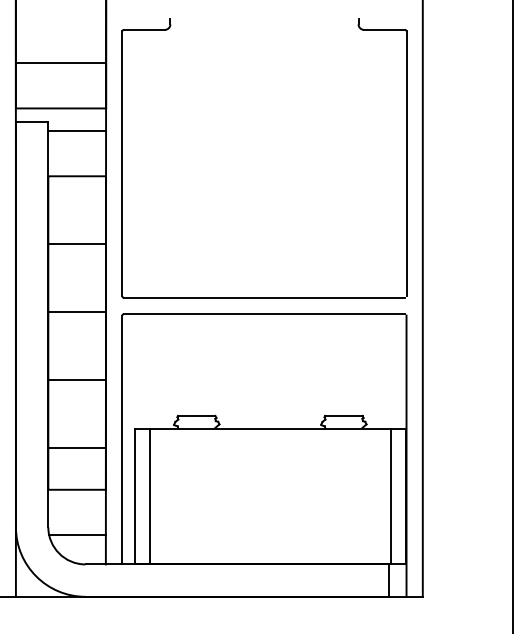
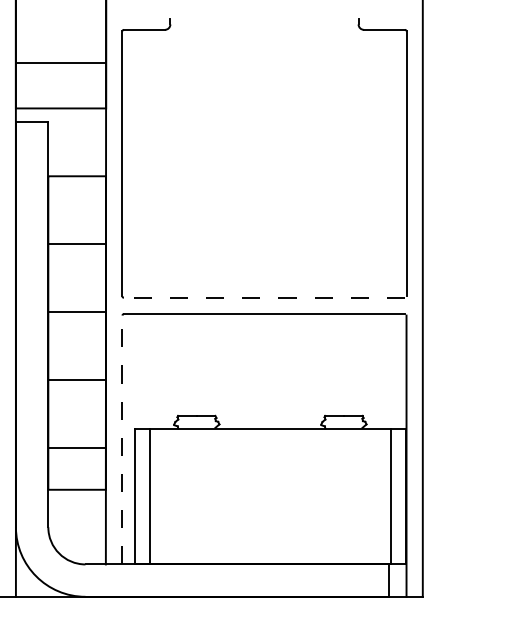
line at (77, 131): present -> none
line at (264, 297): solid -> dashed
line at (513, 316): present -> none
line at (122, 439): solid -> dashed
line at (77, 535): present -> none
